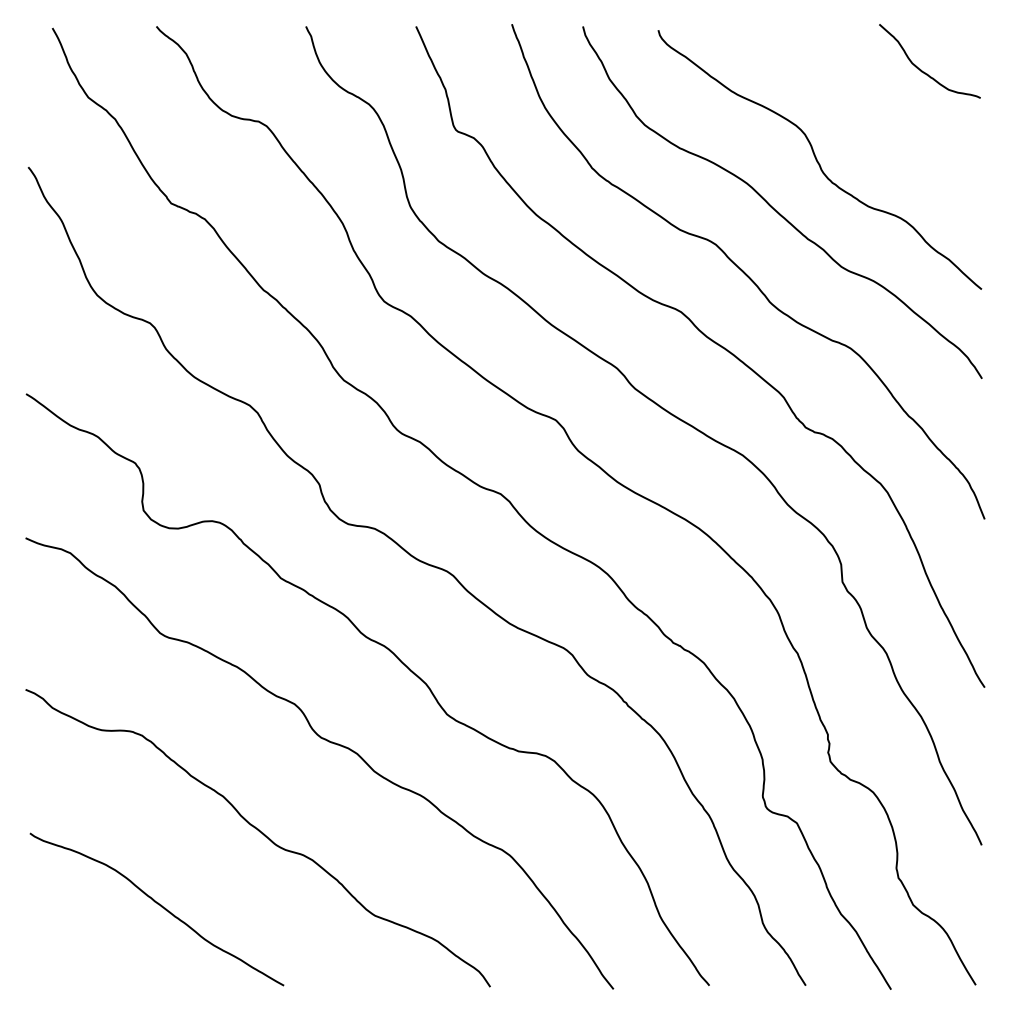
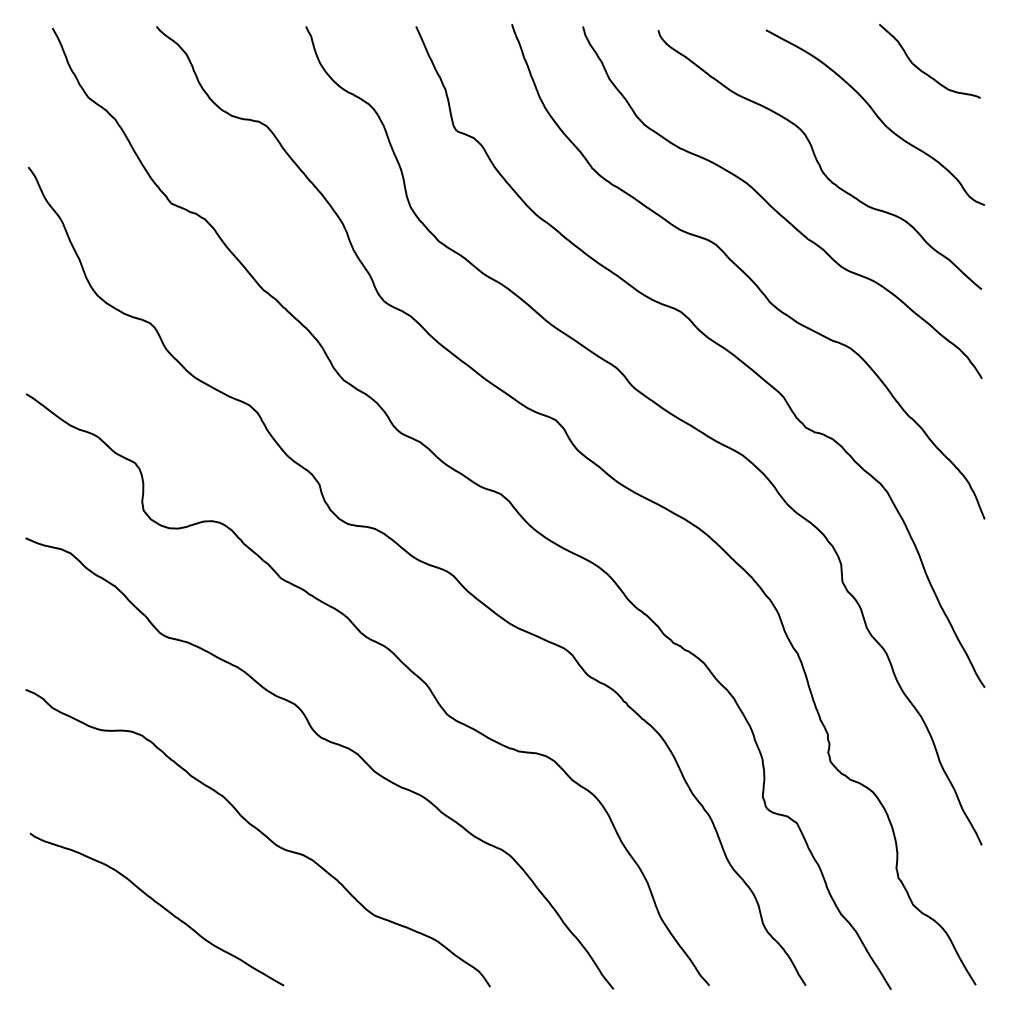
curve at (875, 115): none -> present
